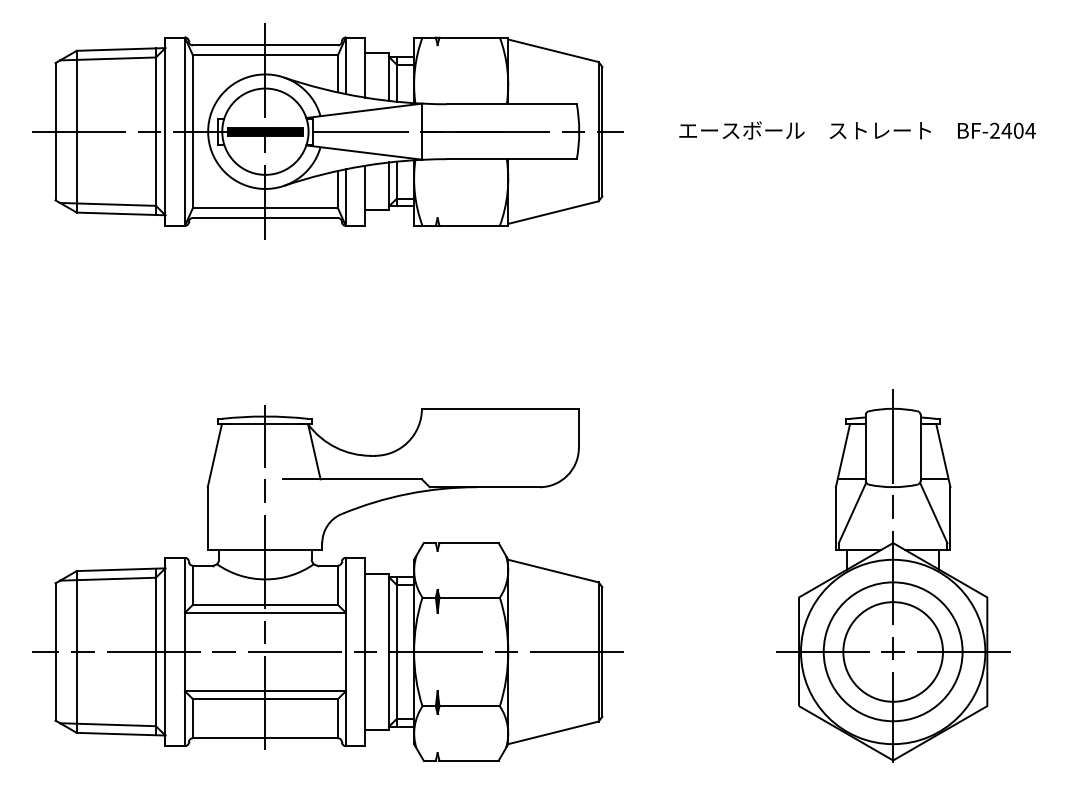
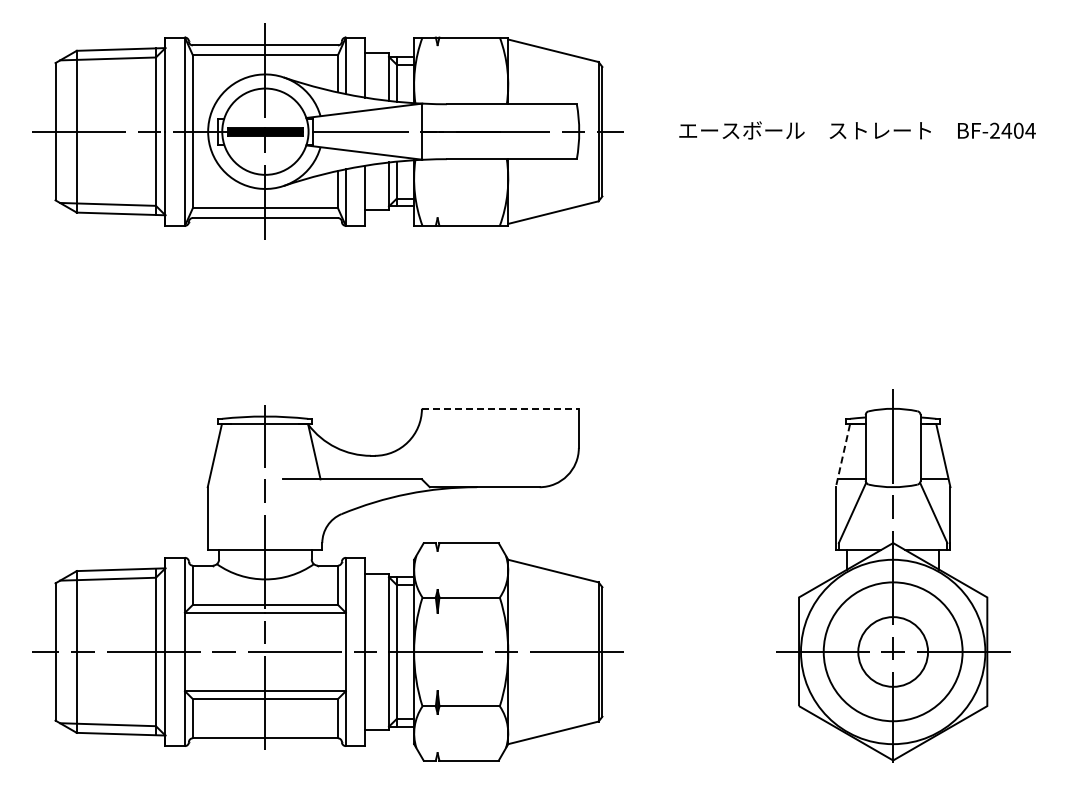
line at (500, 408): solid -> dashed
line at (842, 456): solid -> dashed
circle at (892, 651) diameter: 100 px -> 70 px
